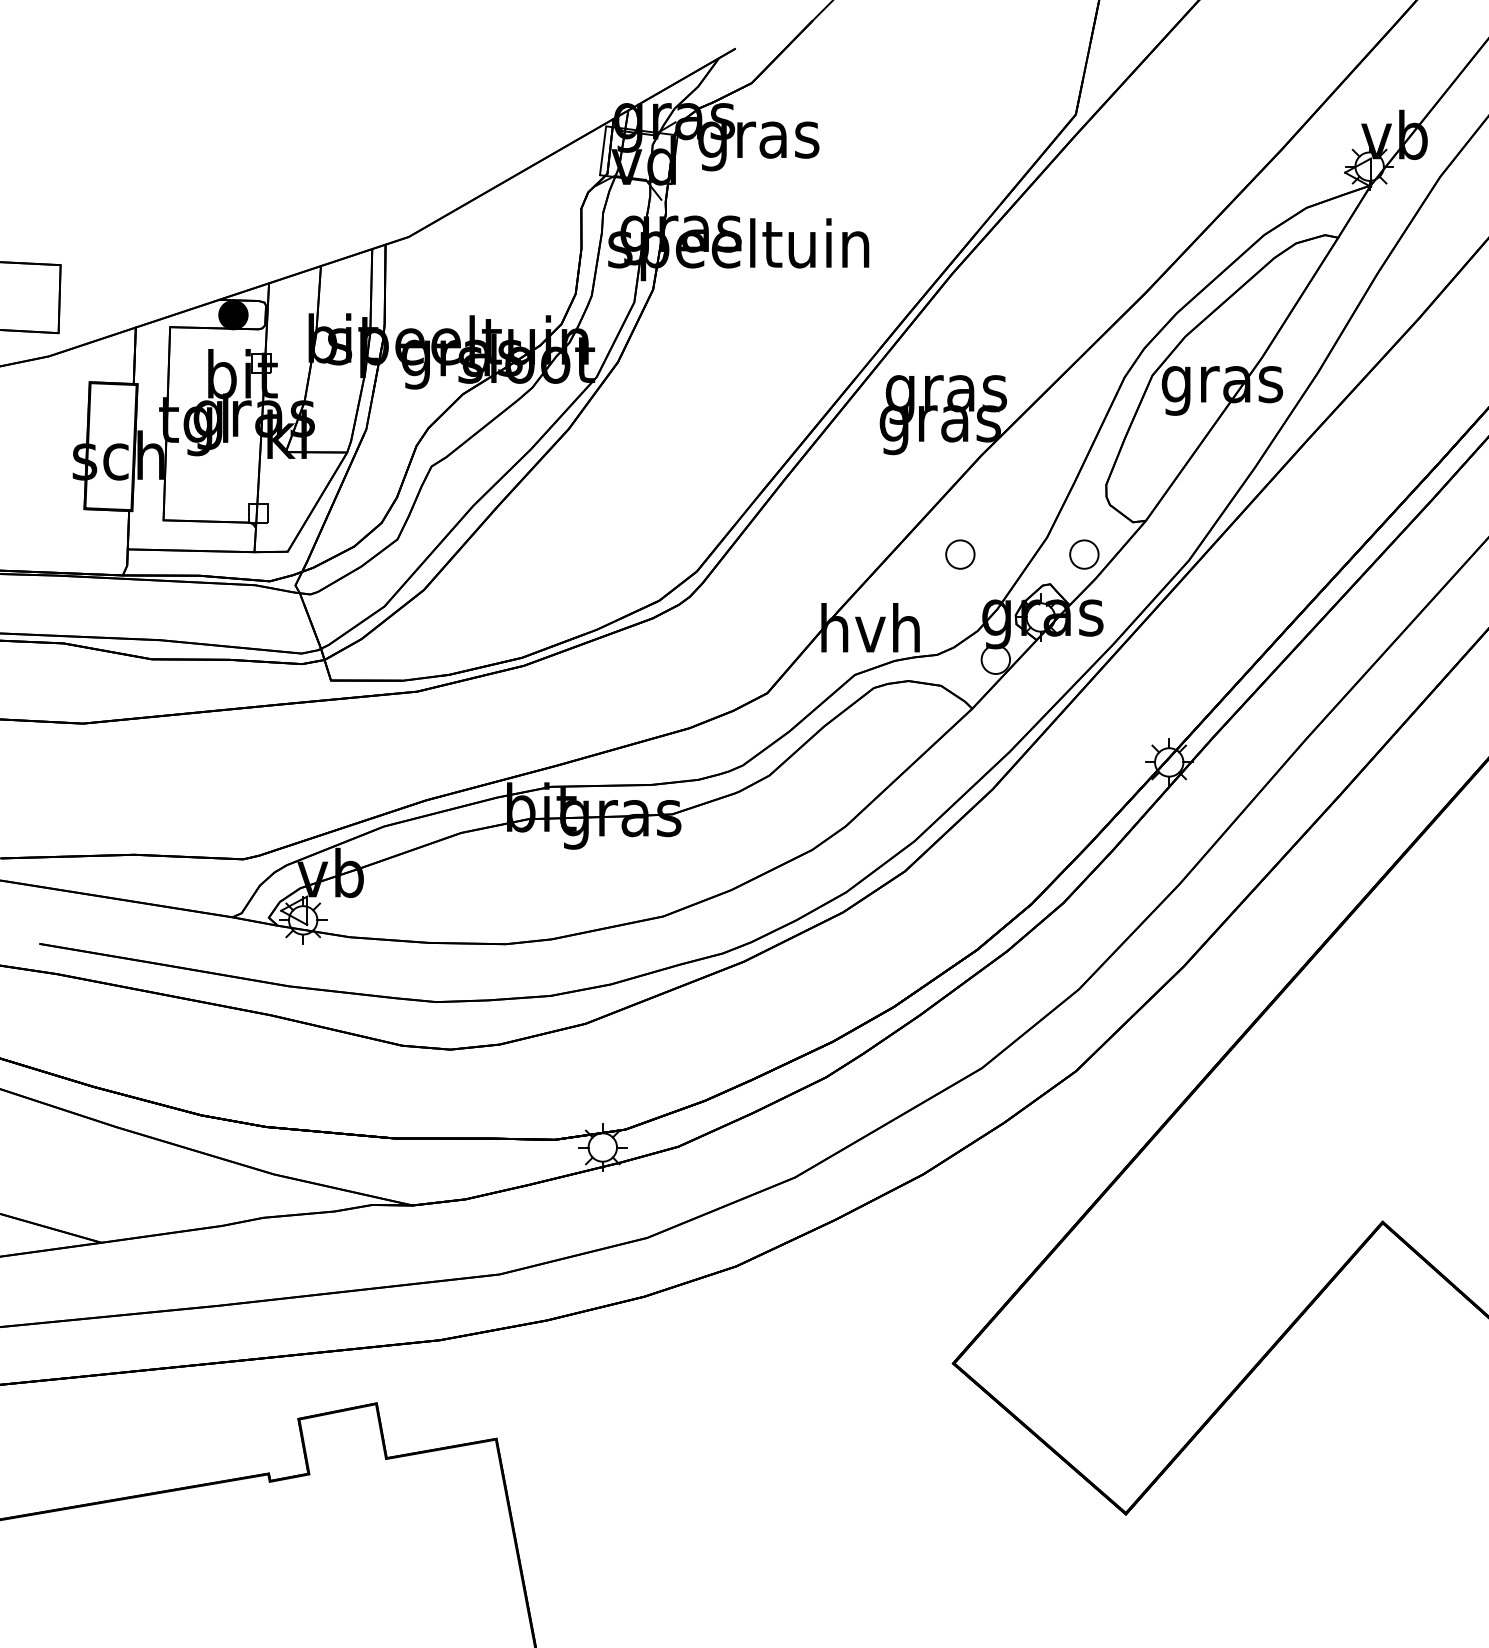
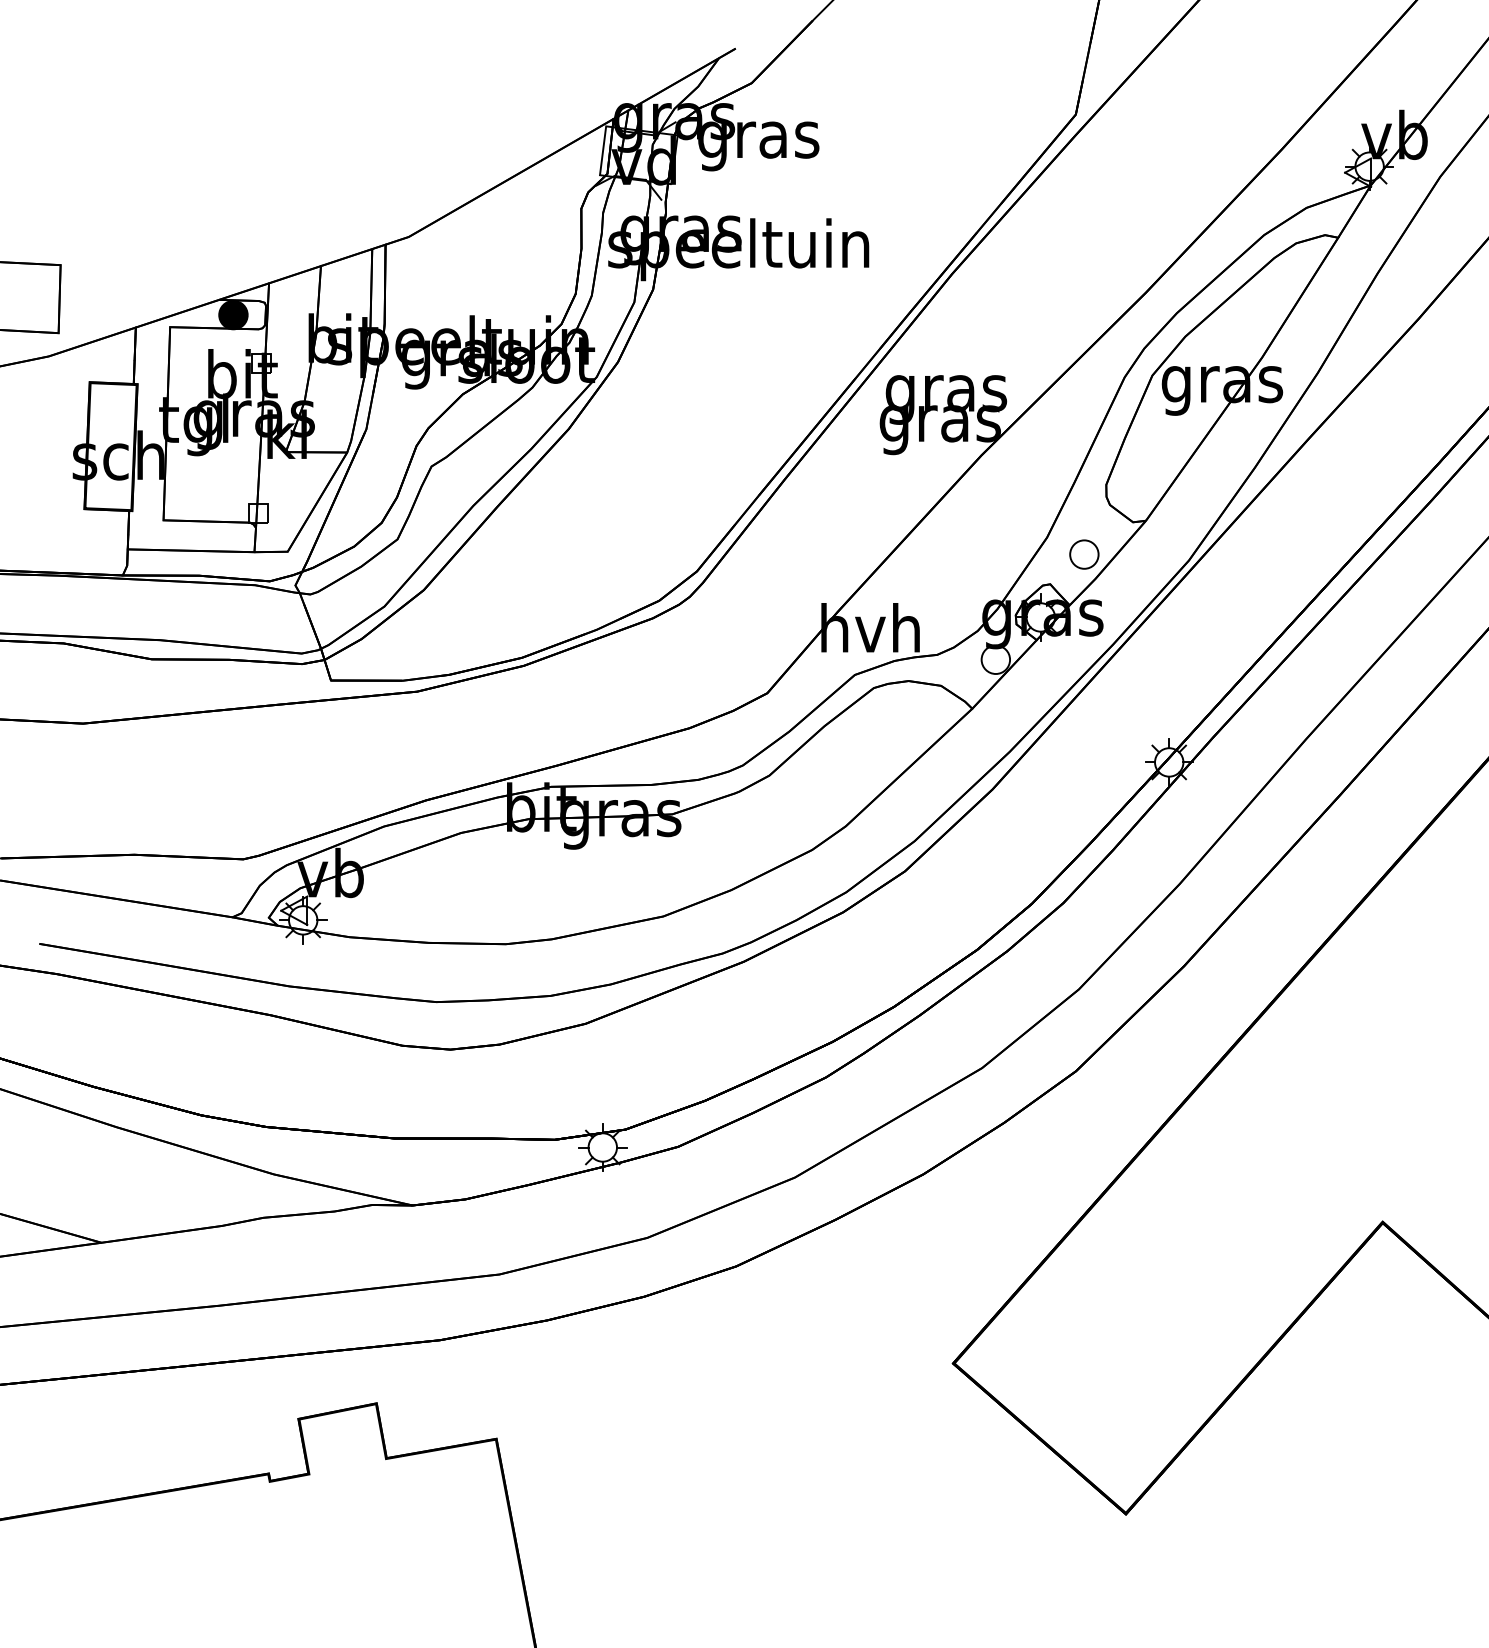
part at (960, 554): present -> none
